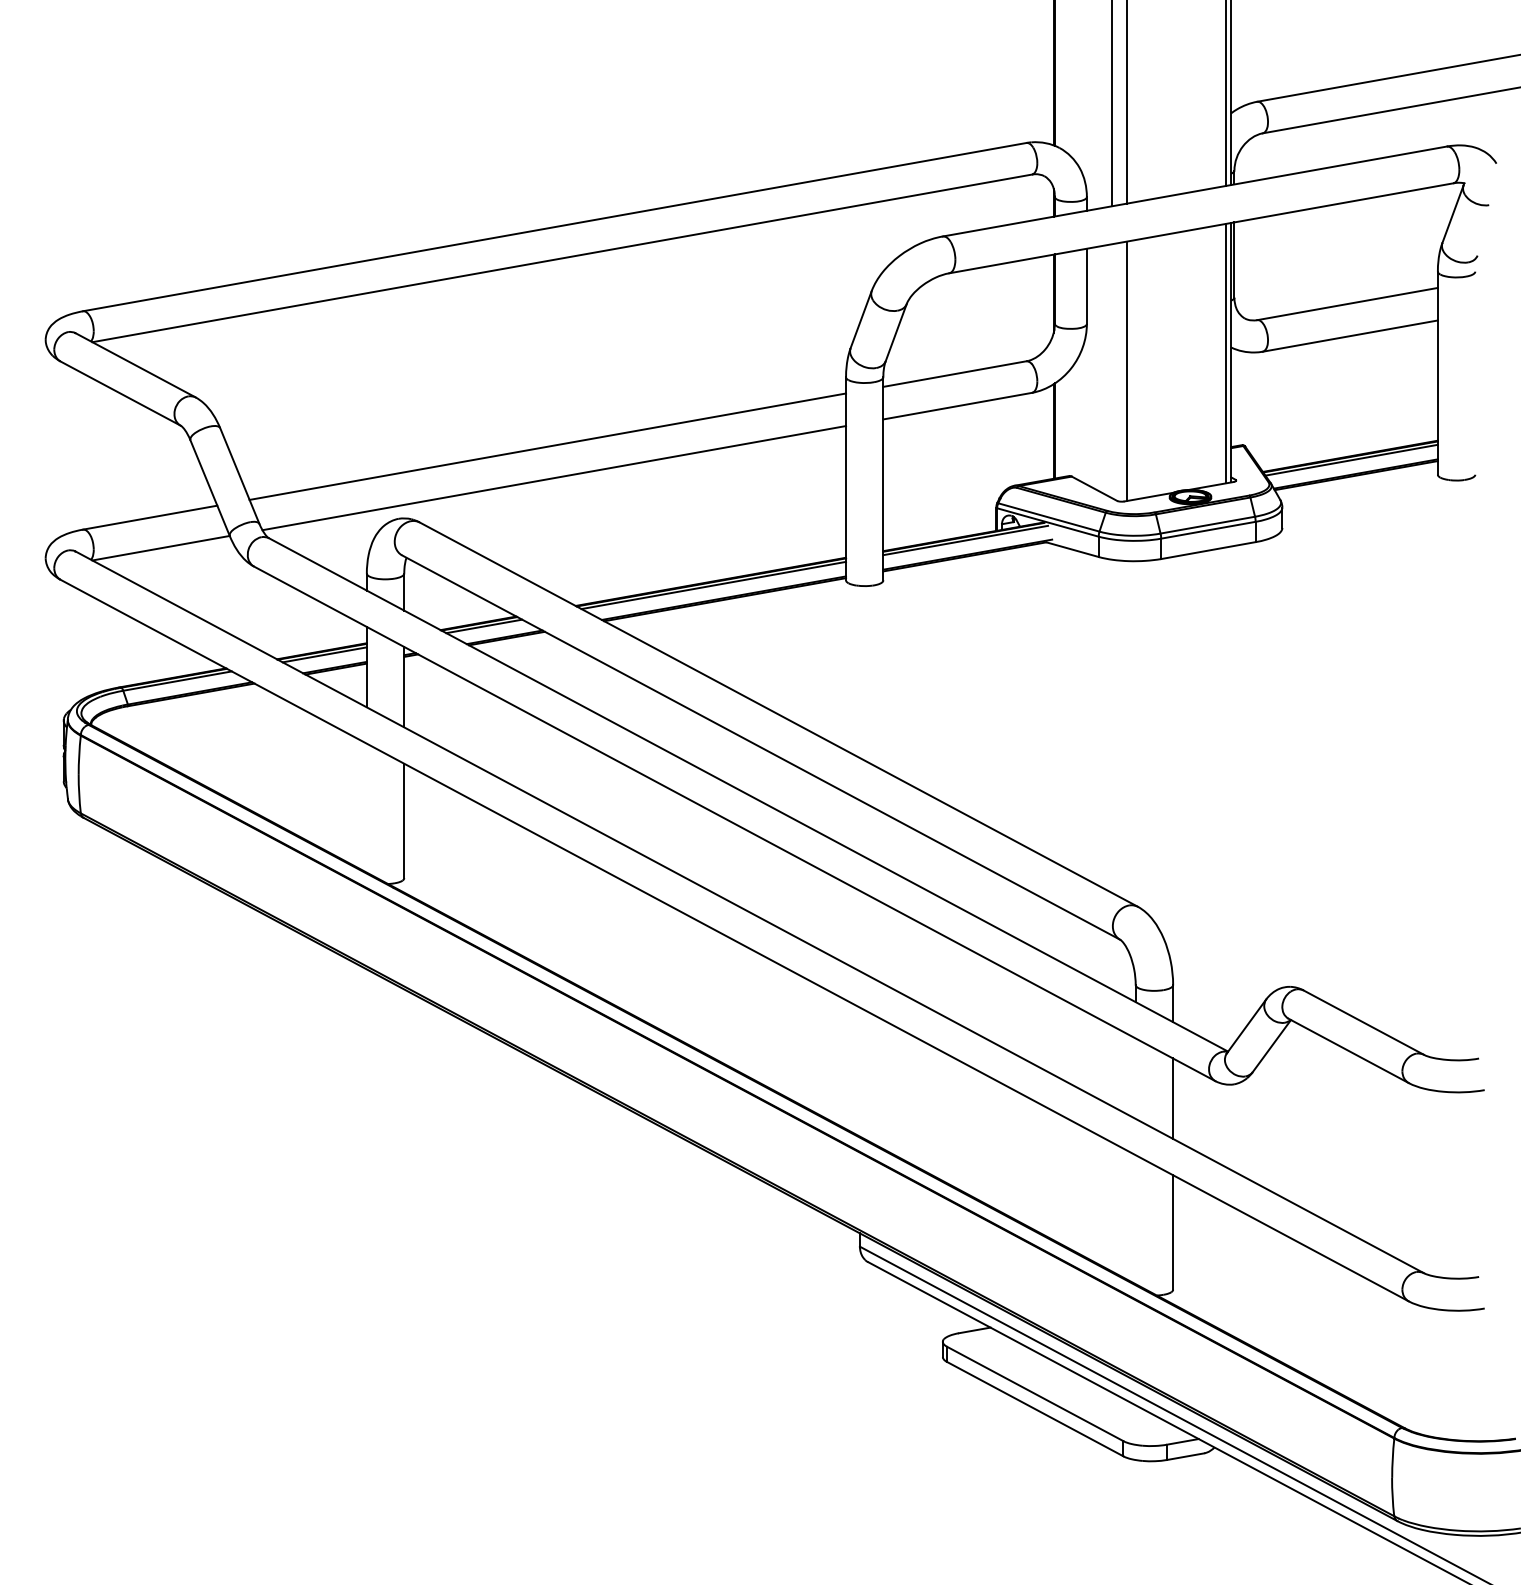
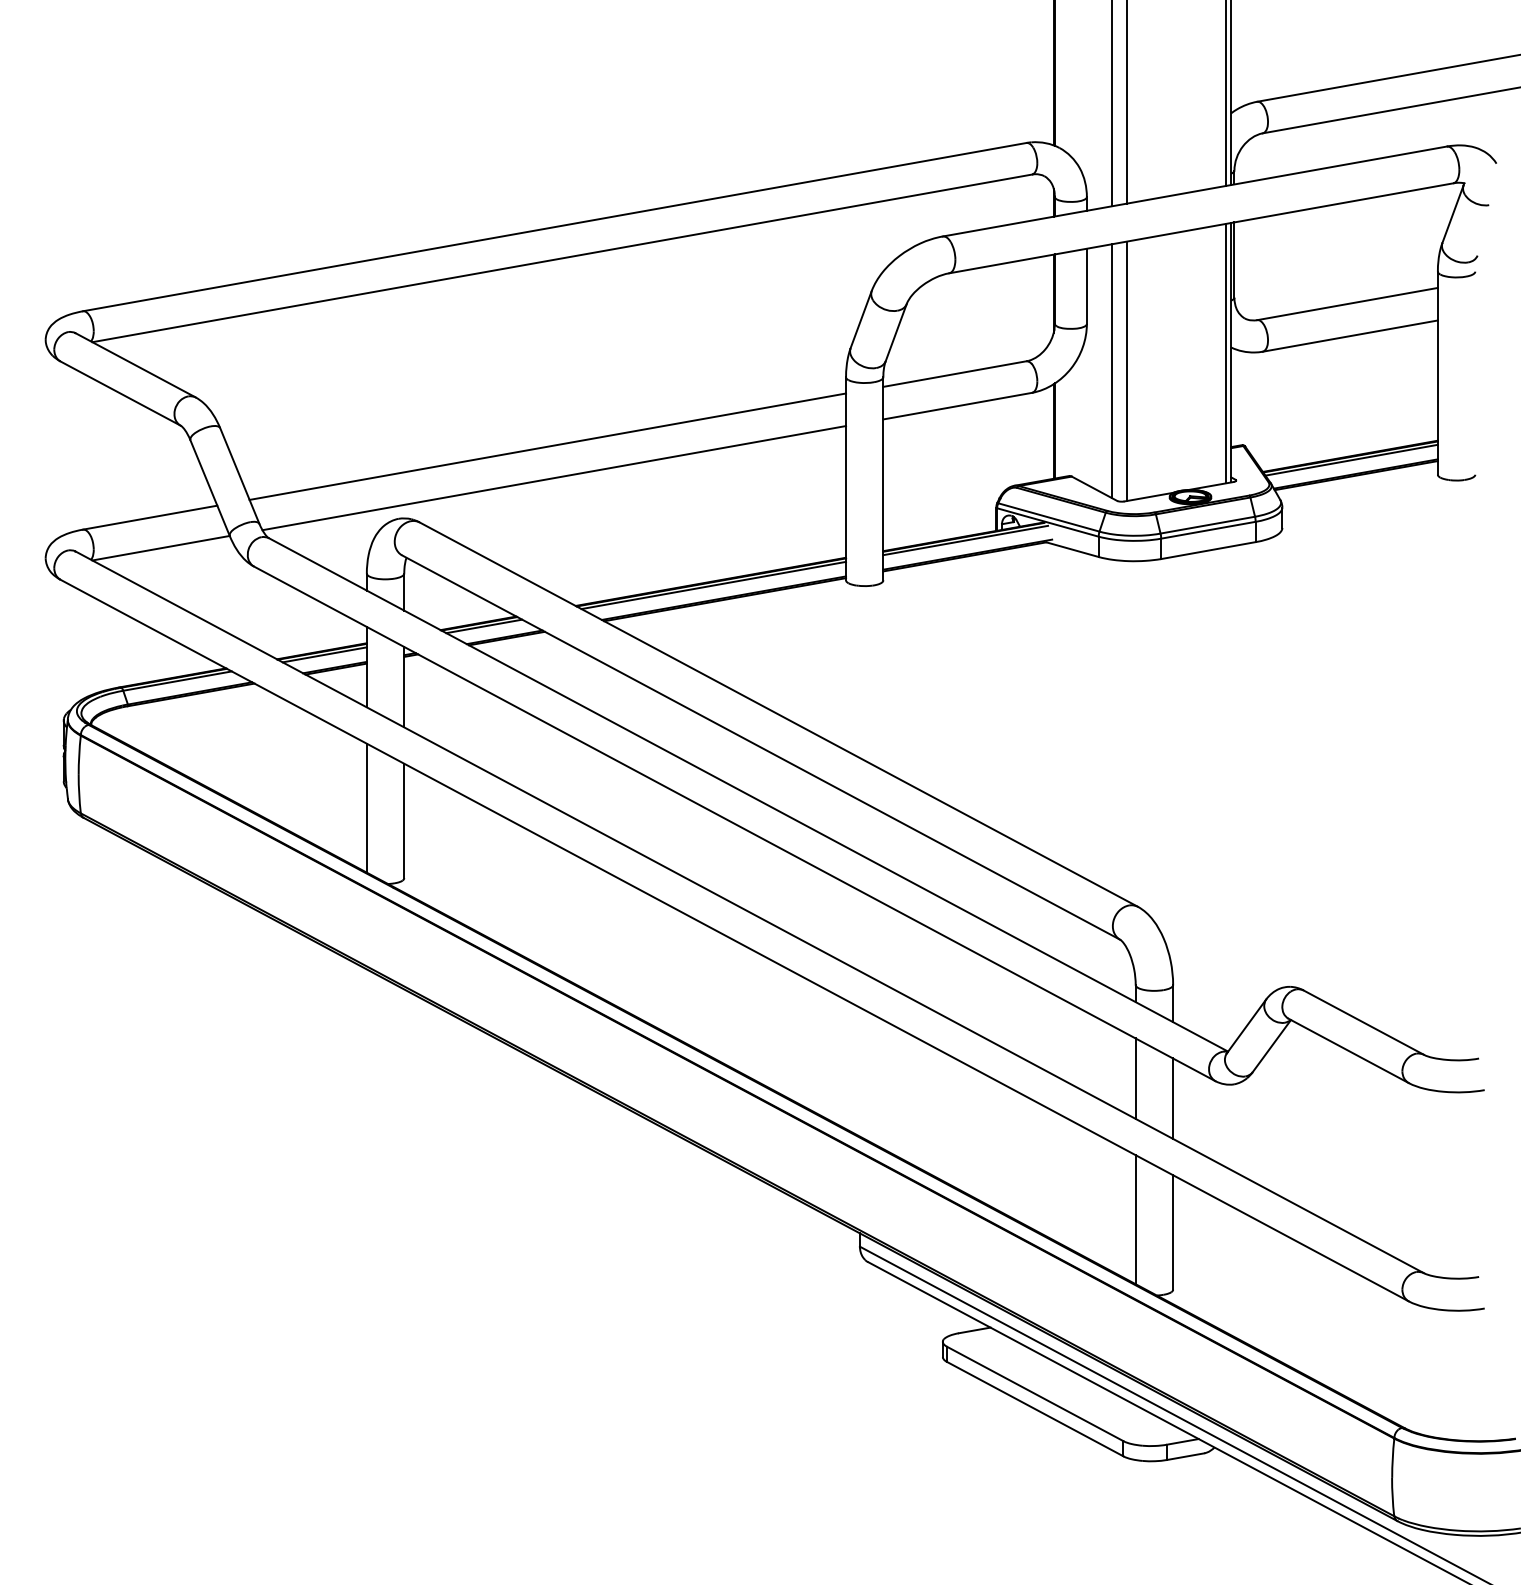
line at (1112, 371): none -> present
line at (366, 807): none -> present
line at (1135, 1078): none -> present
line at (1135, 1219): none -> present
